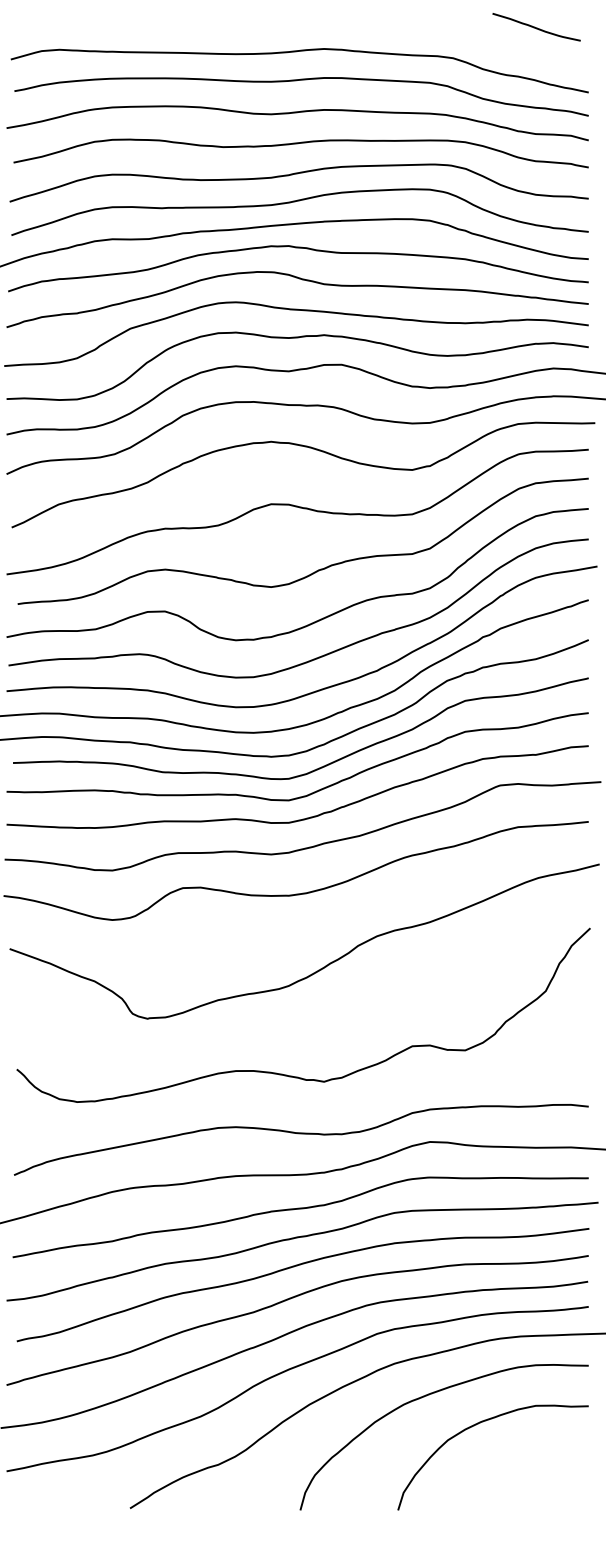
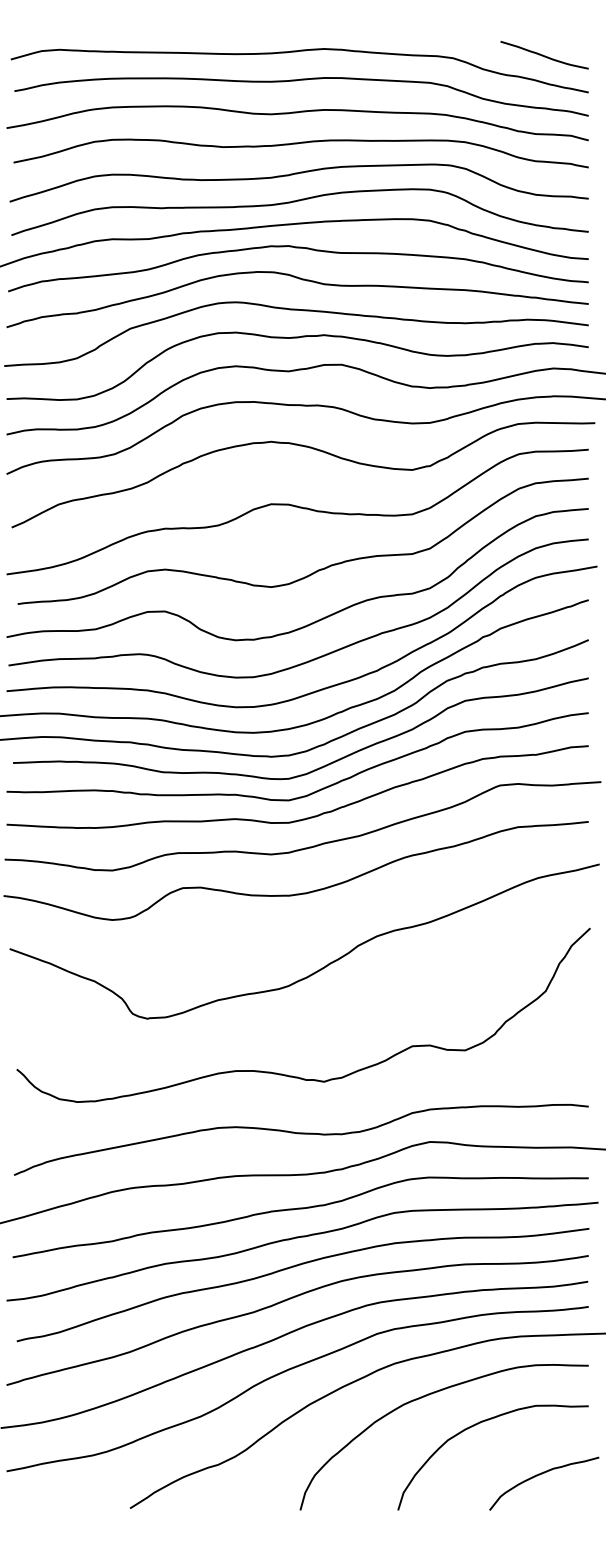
curve at (536, 27) position: (536, 27) -> (544, 55)
curve at (542, 1474): none -> present
